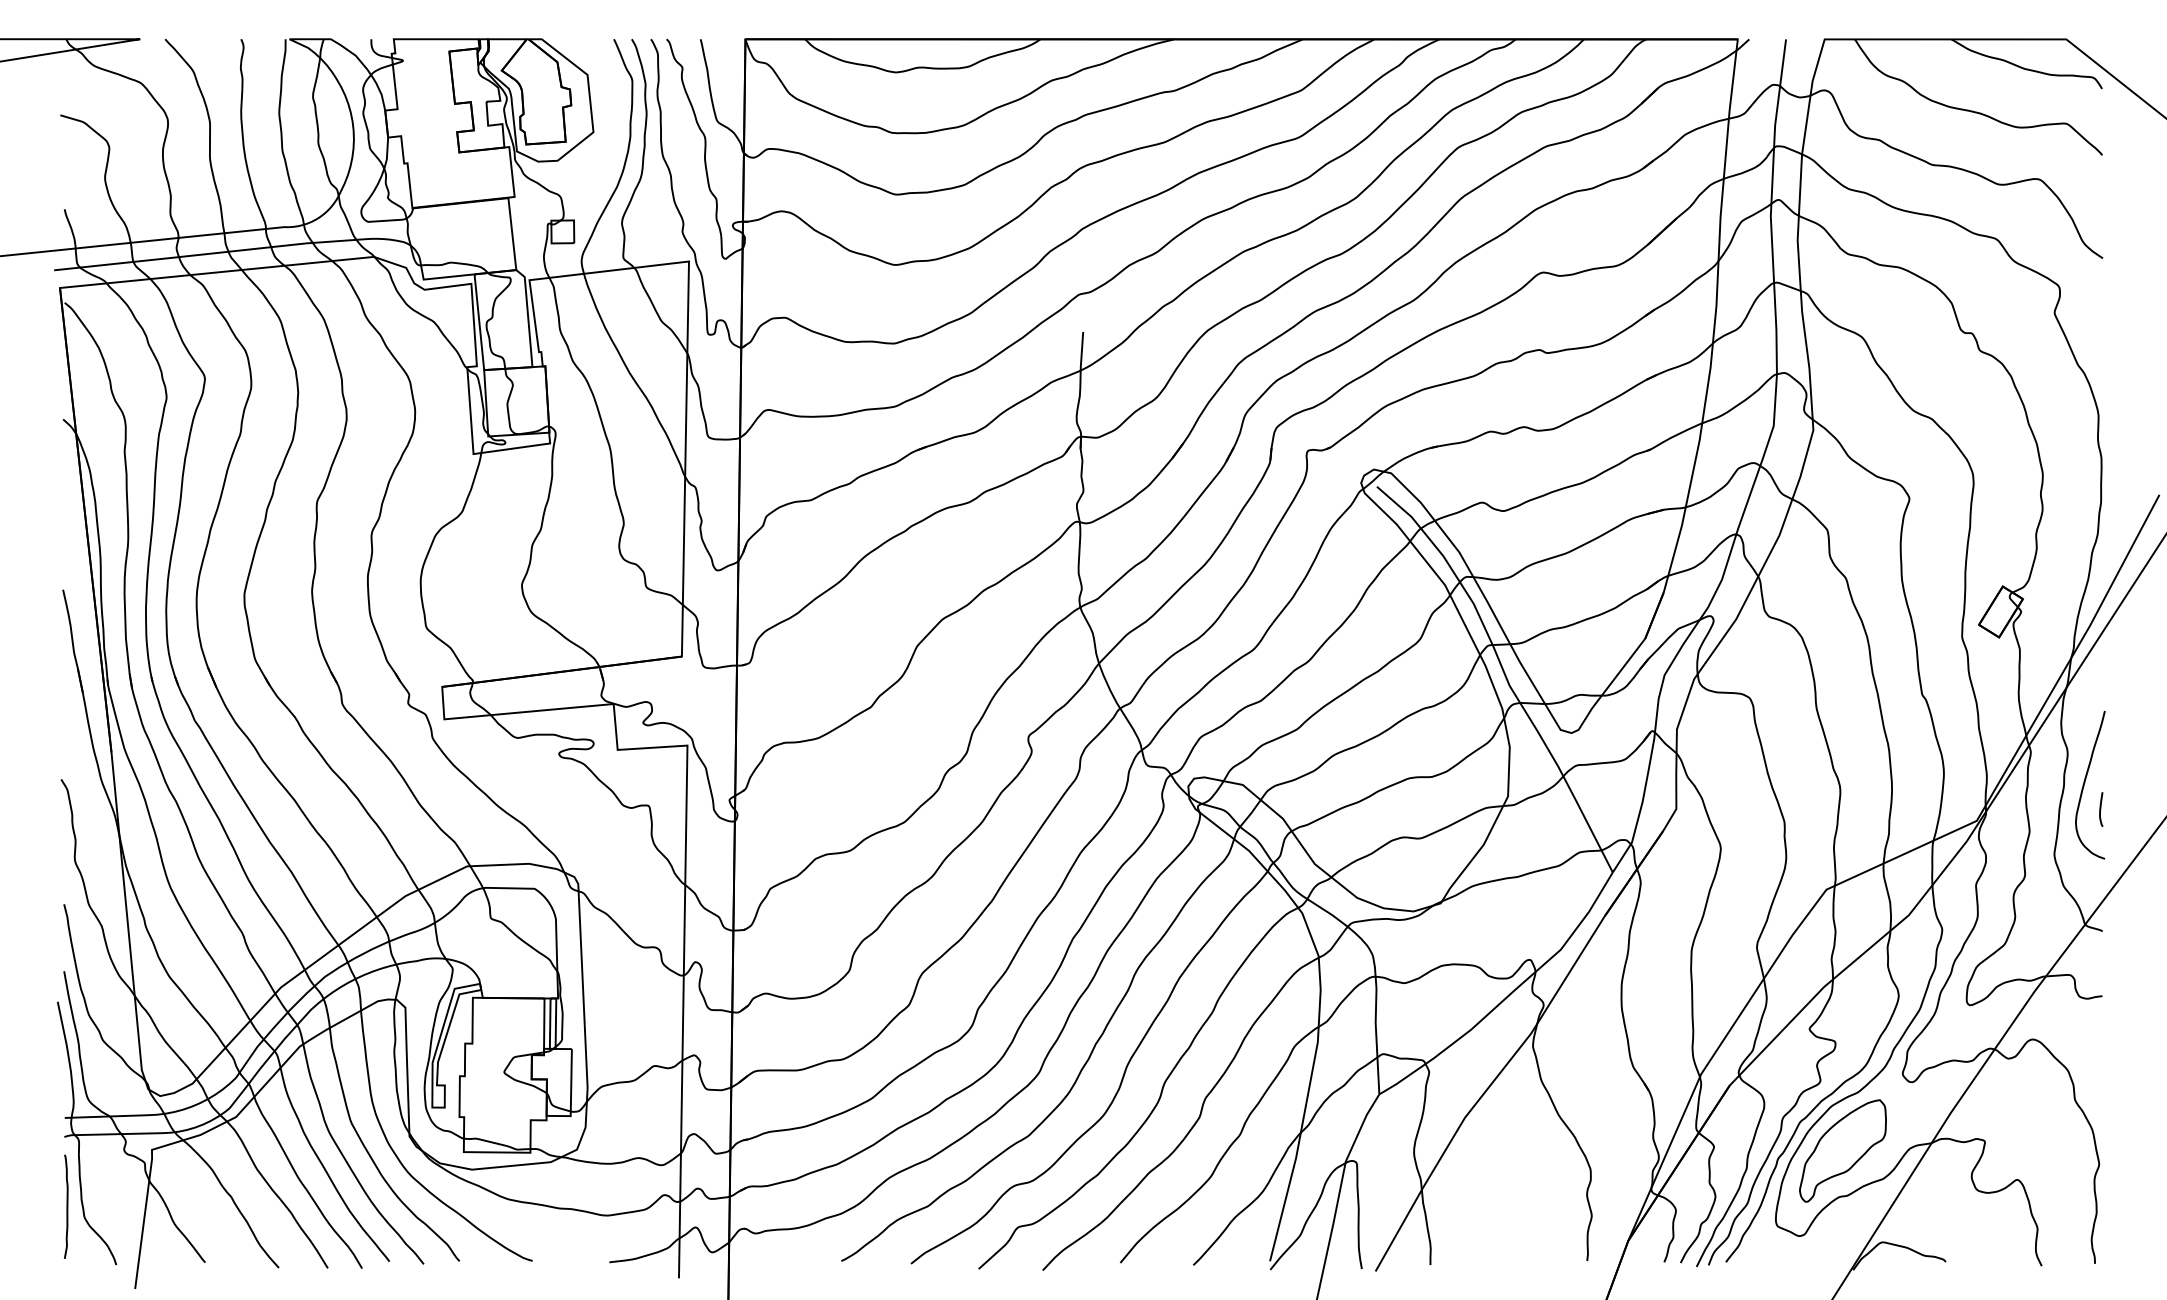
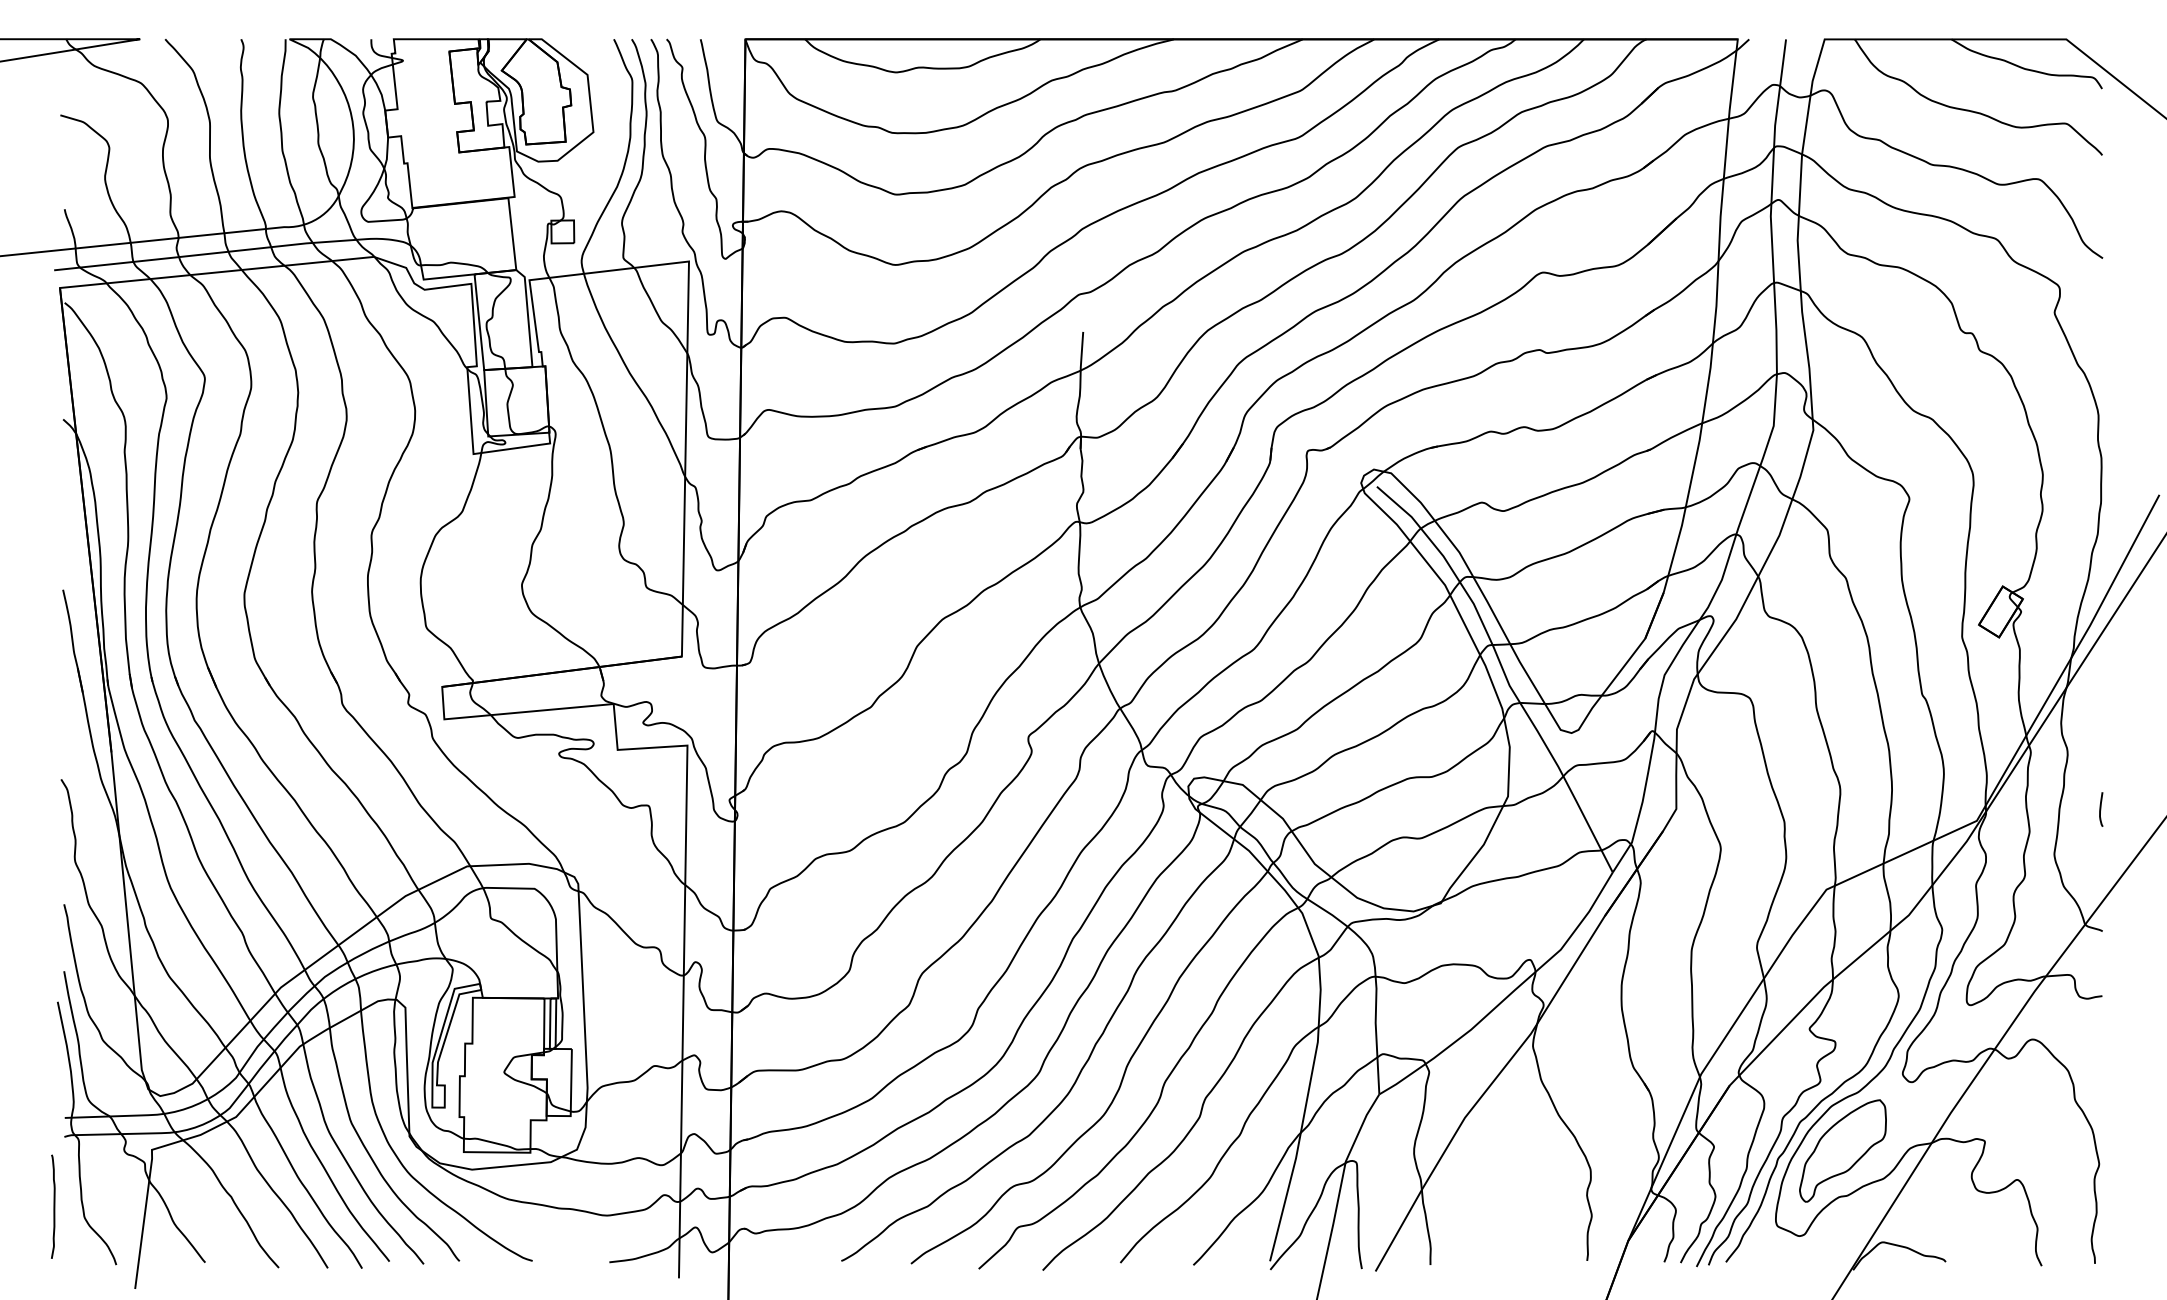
curve at (2085, 783): present -> none
curve at (66, 1206) position: (66, 1206) -> (53, 1206)
